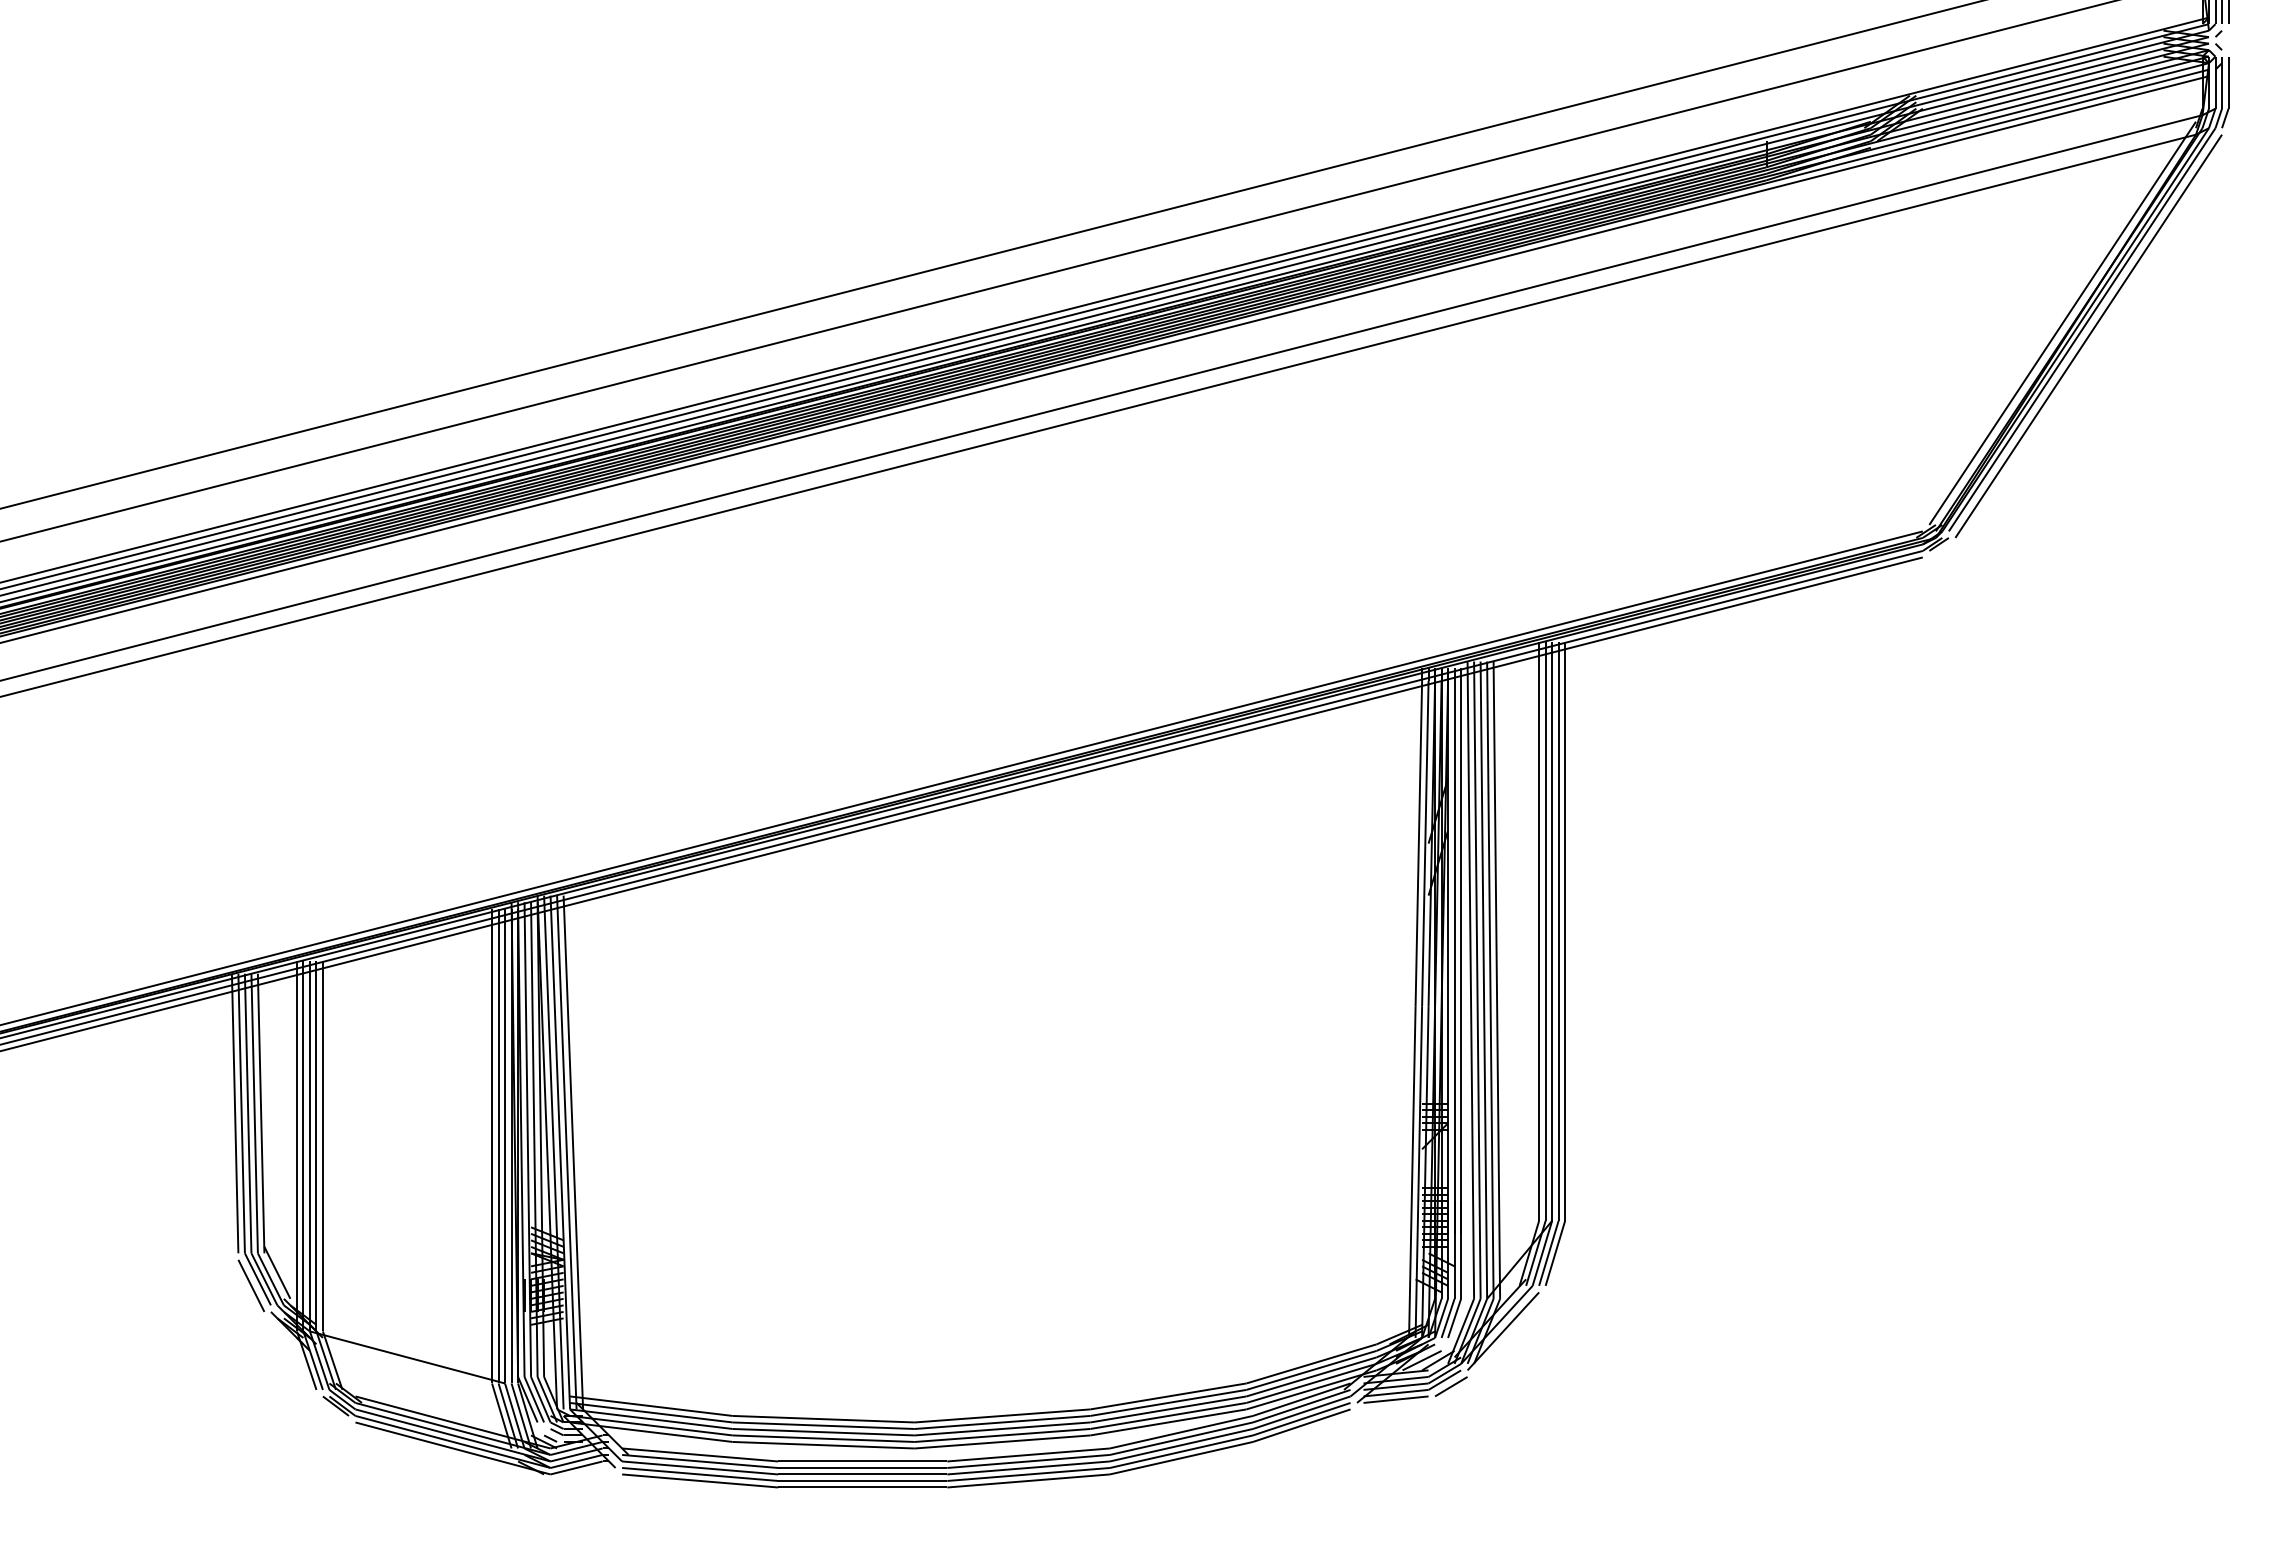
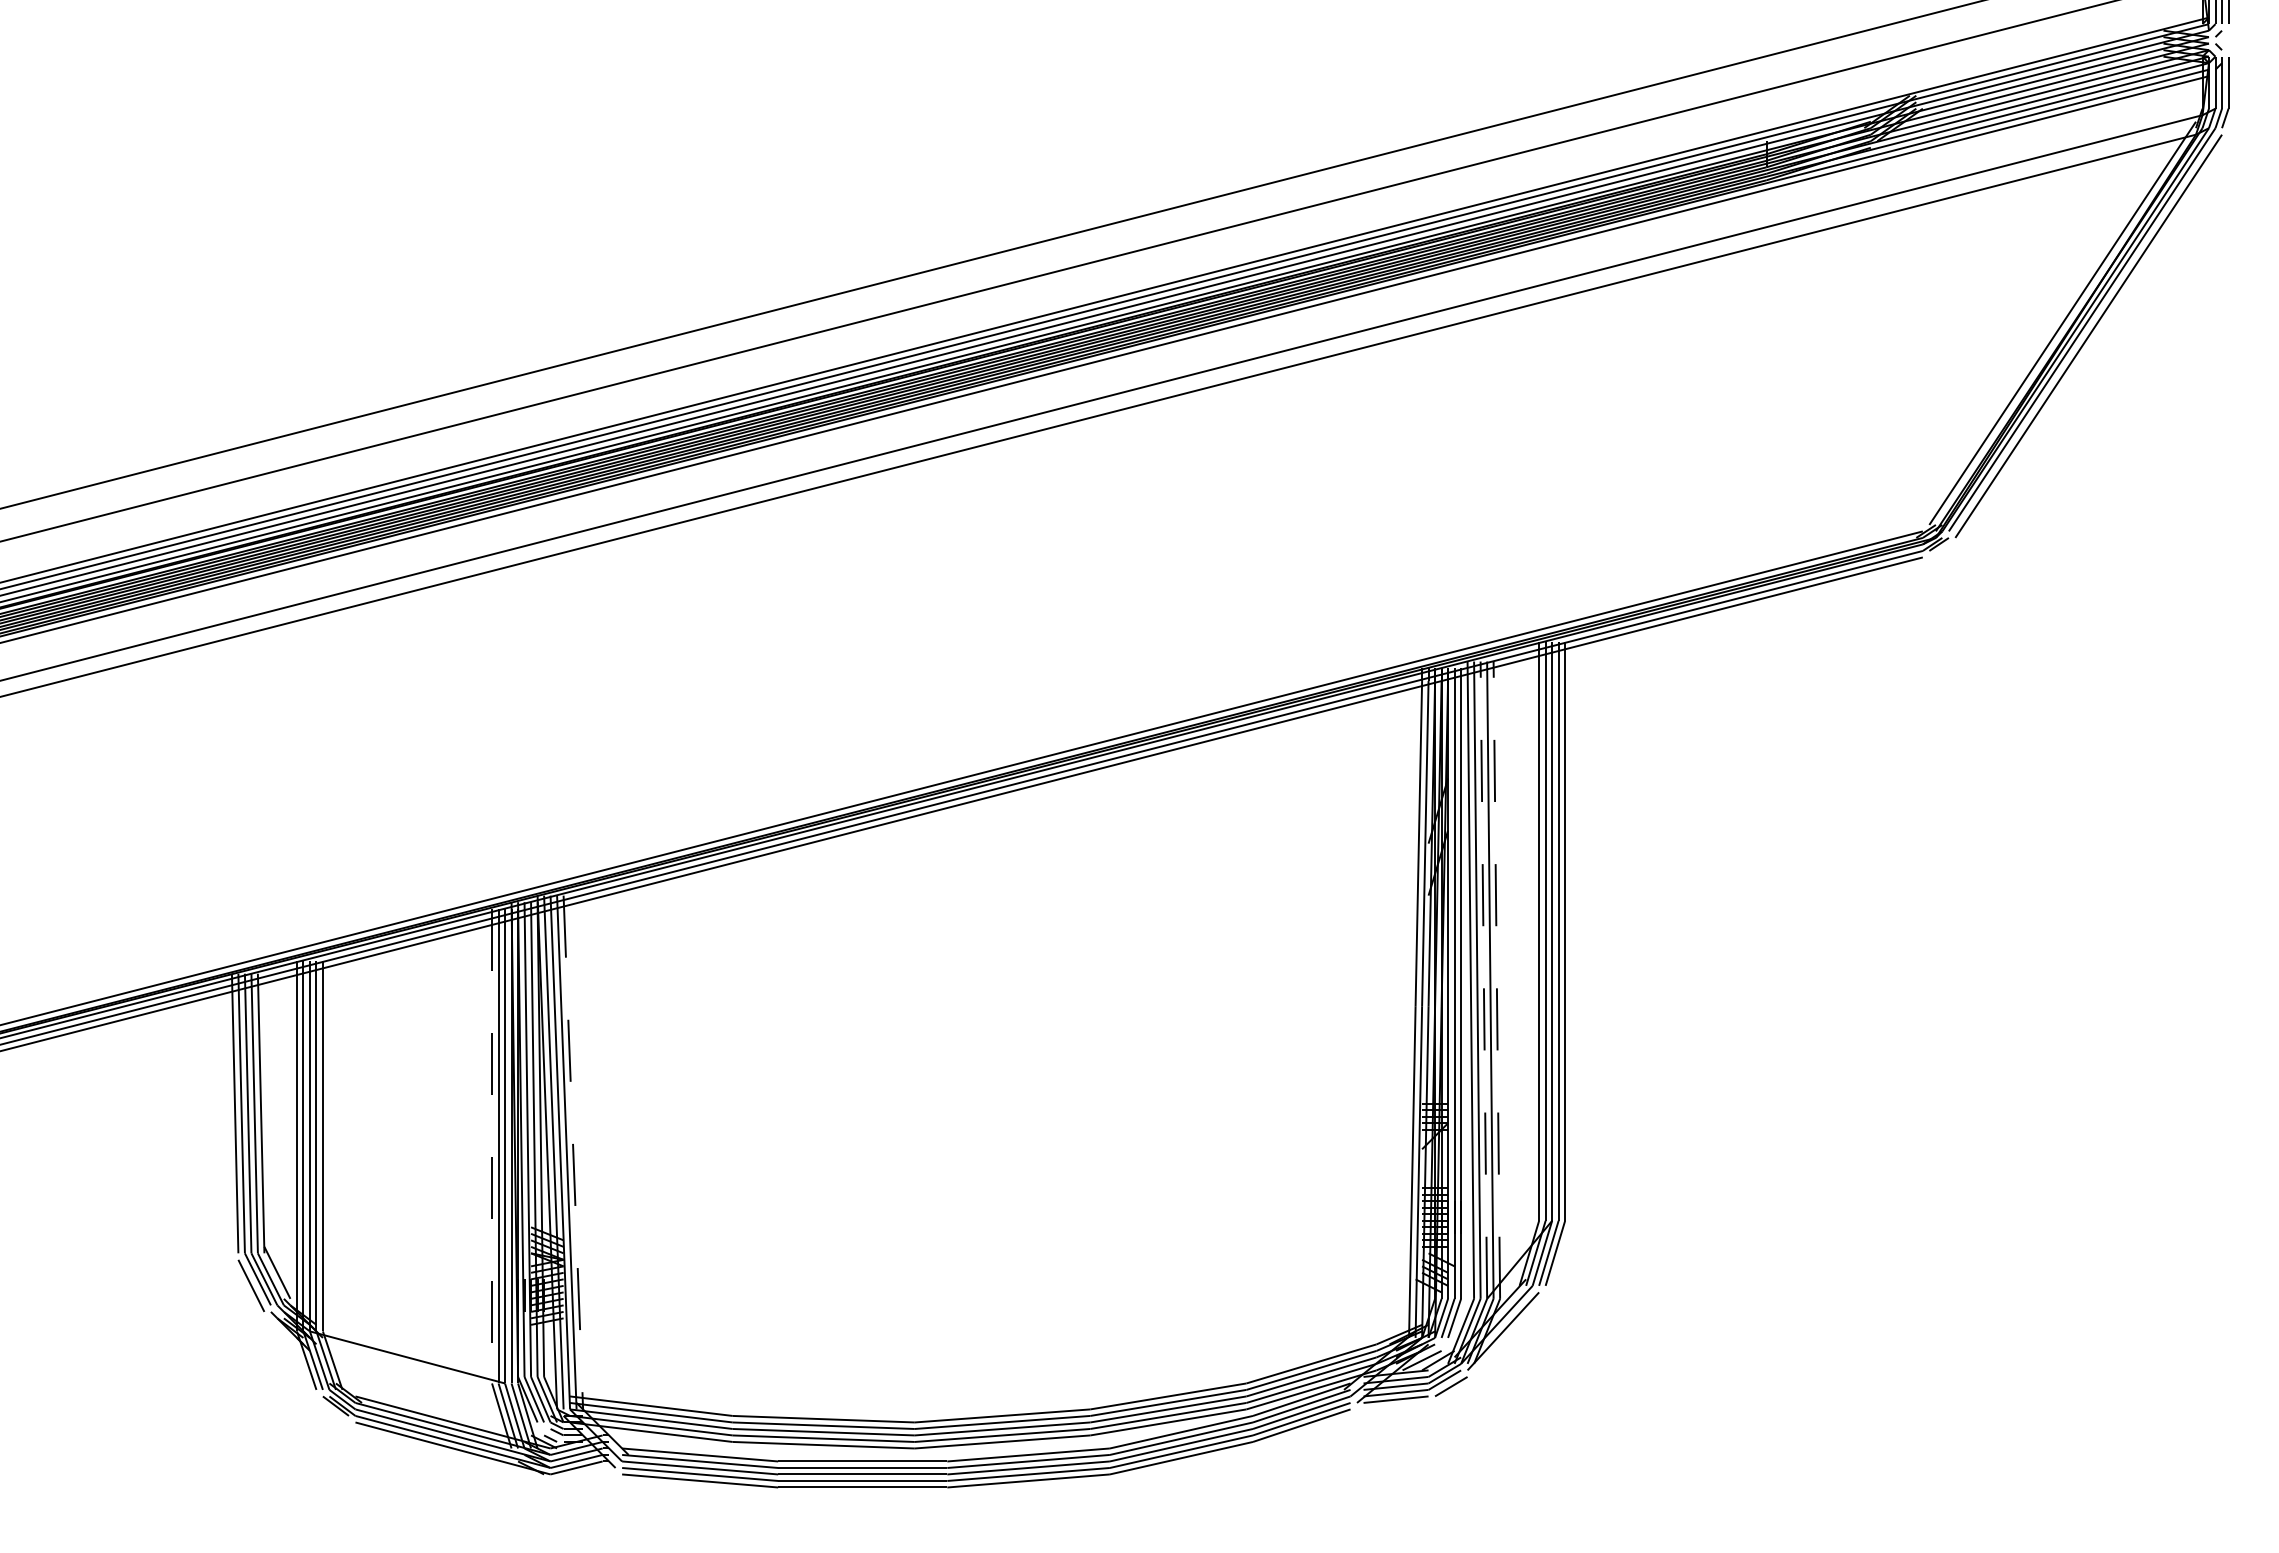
line at (1483, 980): solid -> dashed
line at (1496, 980): solid -> dashed
line at (492, 1146): solid -> dashed
line at (573, 1153): solid -> dashed
